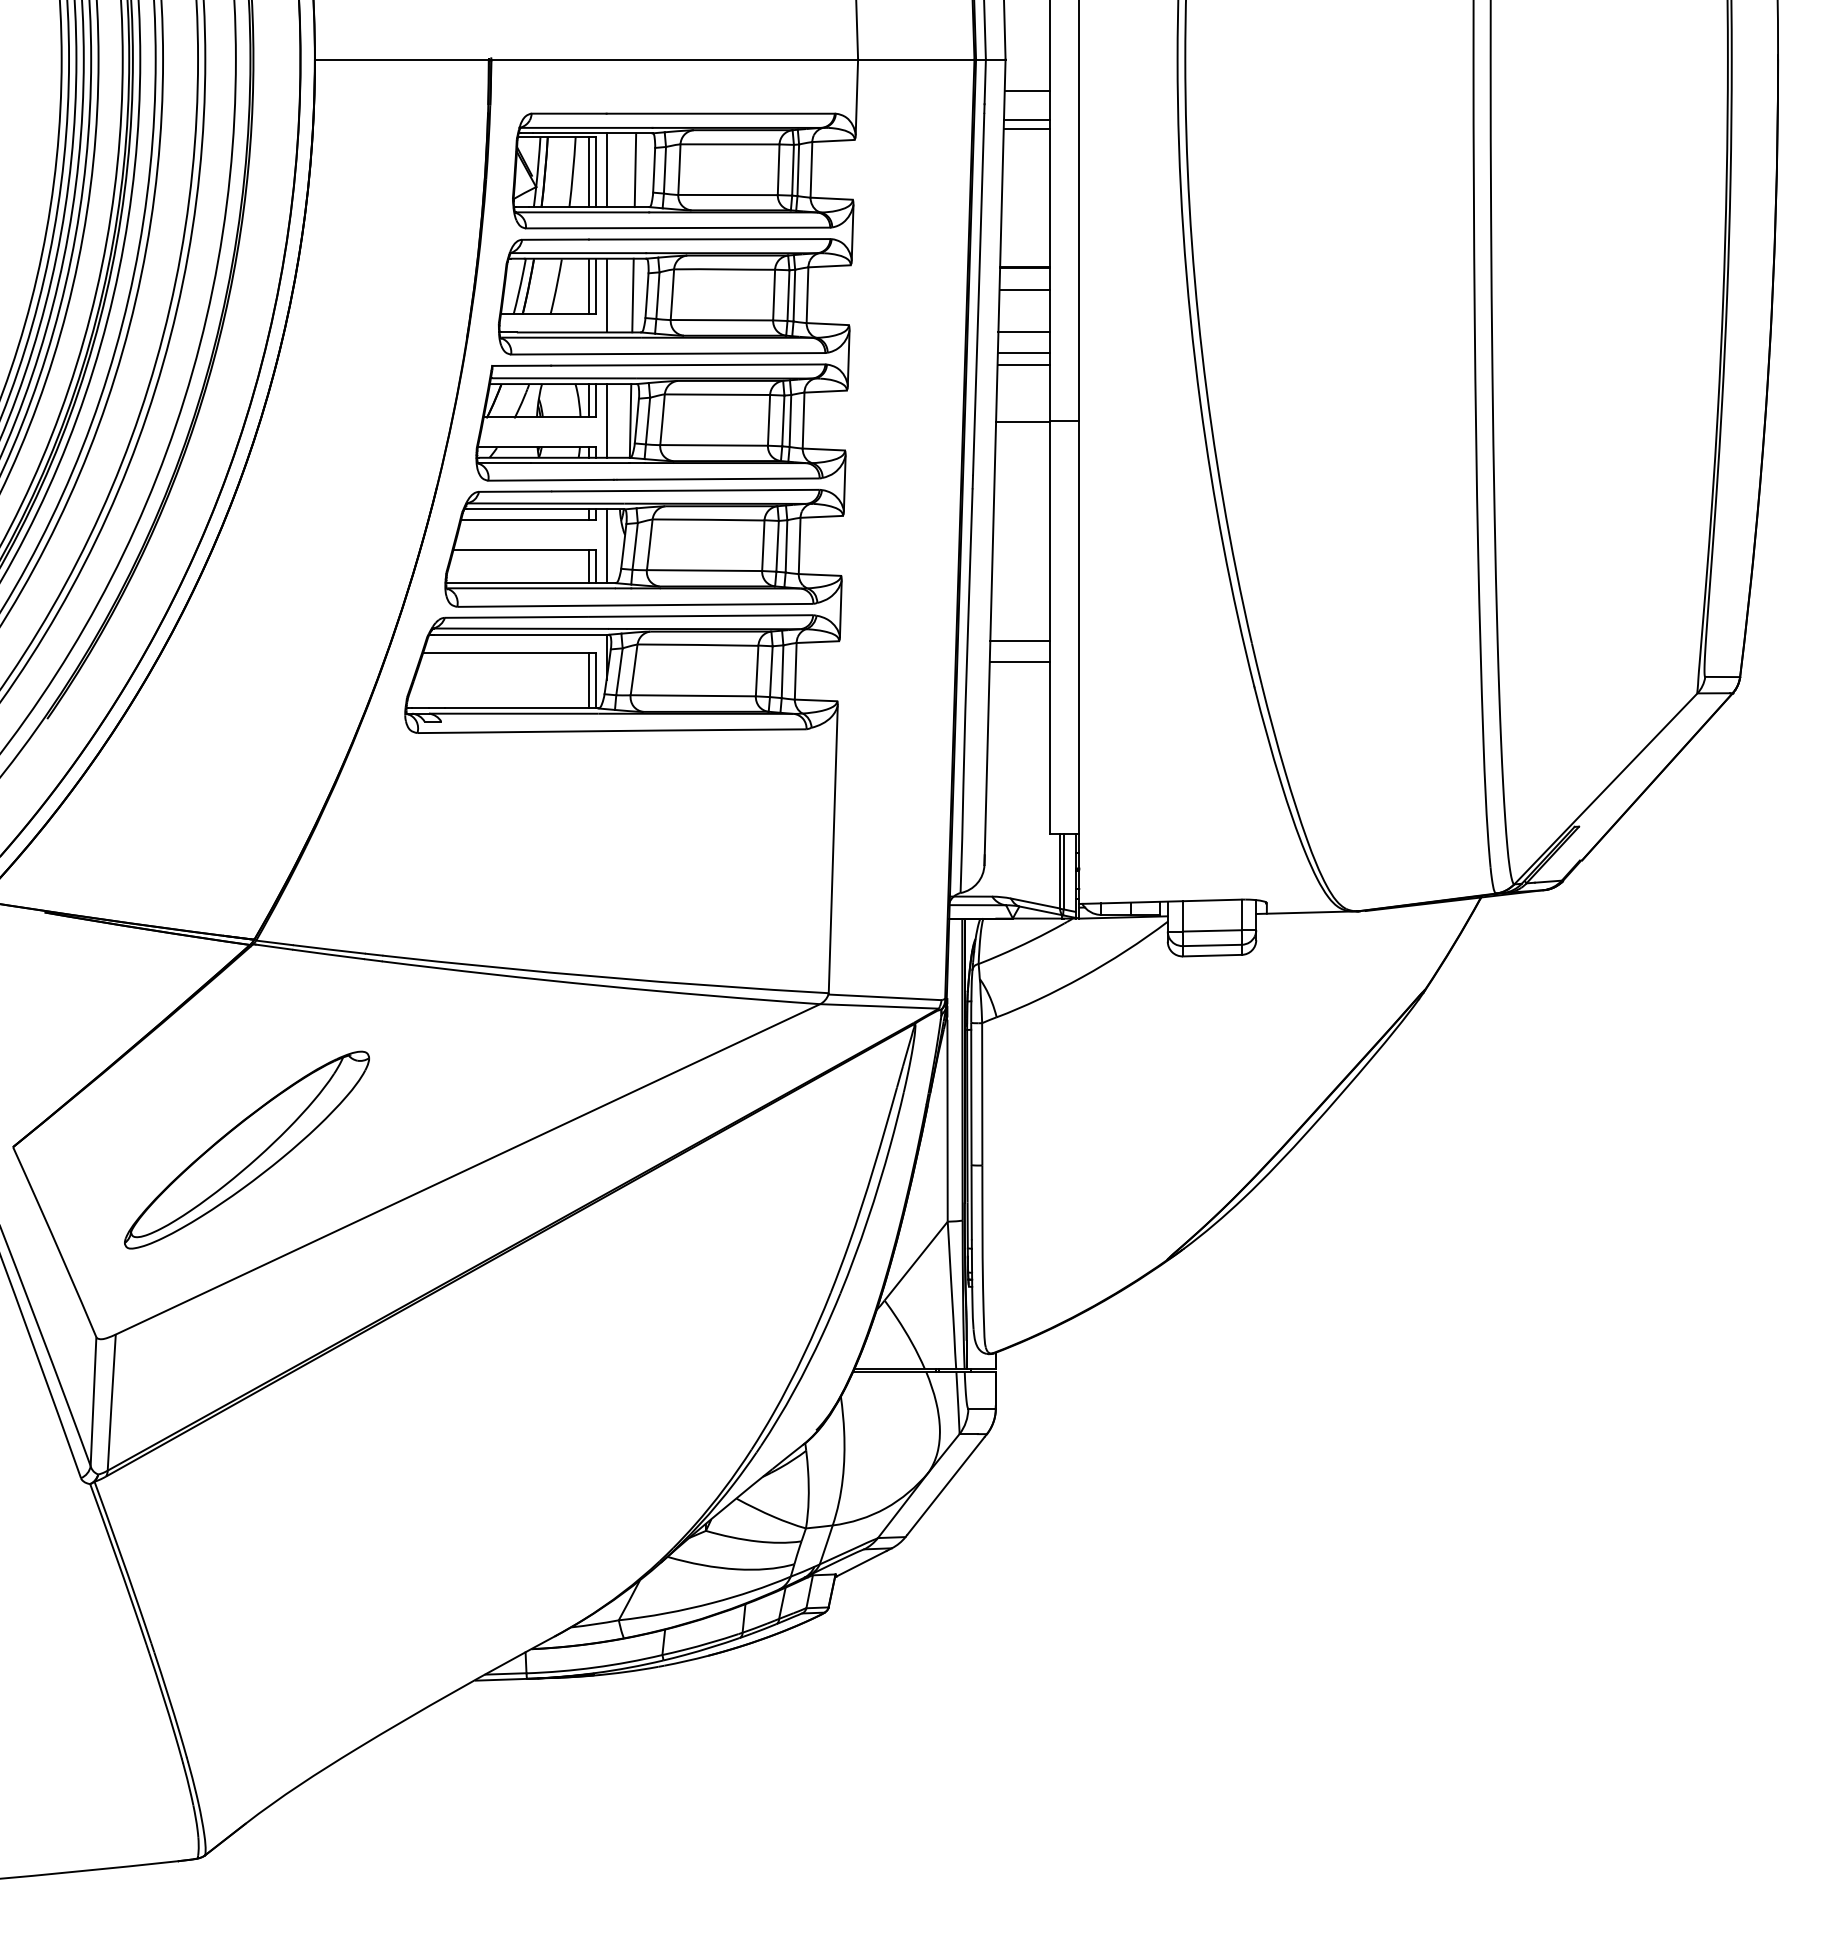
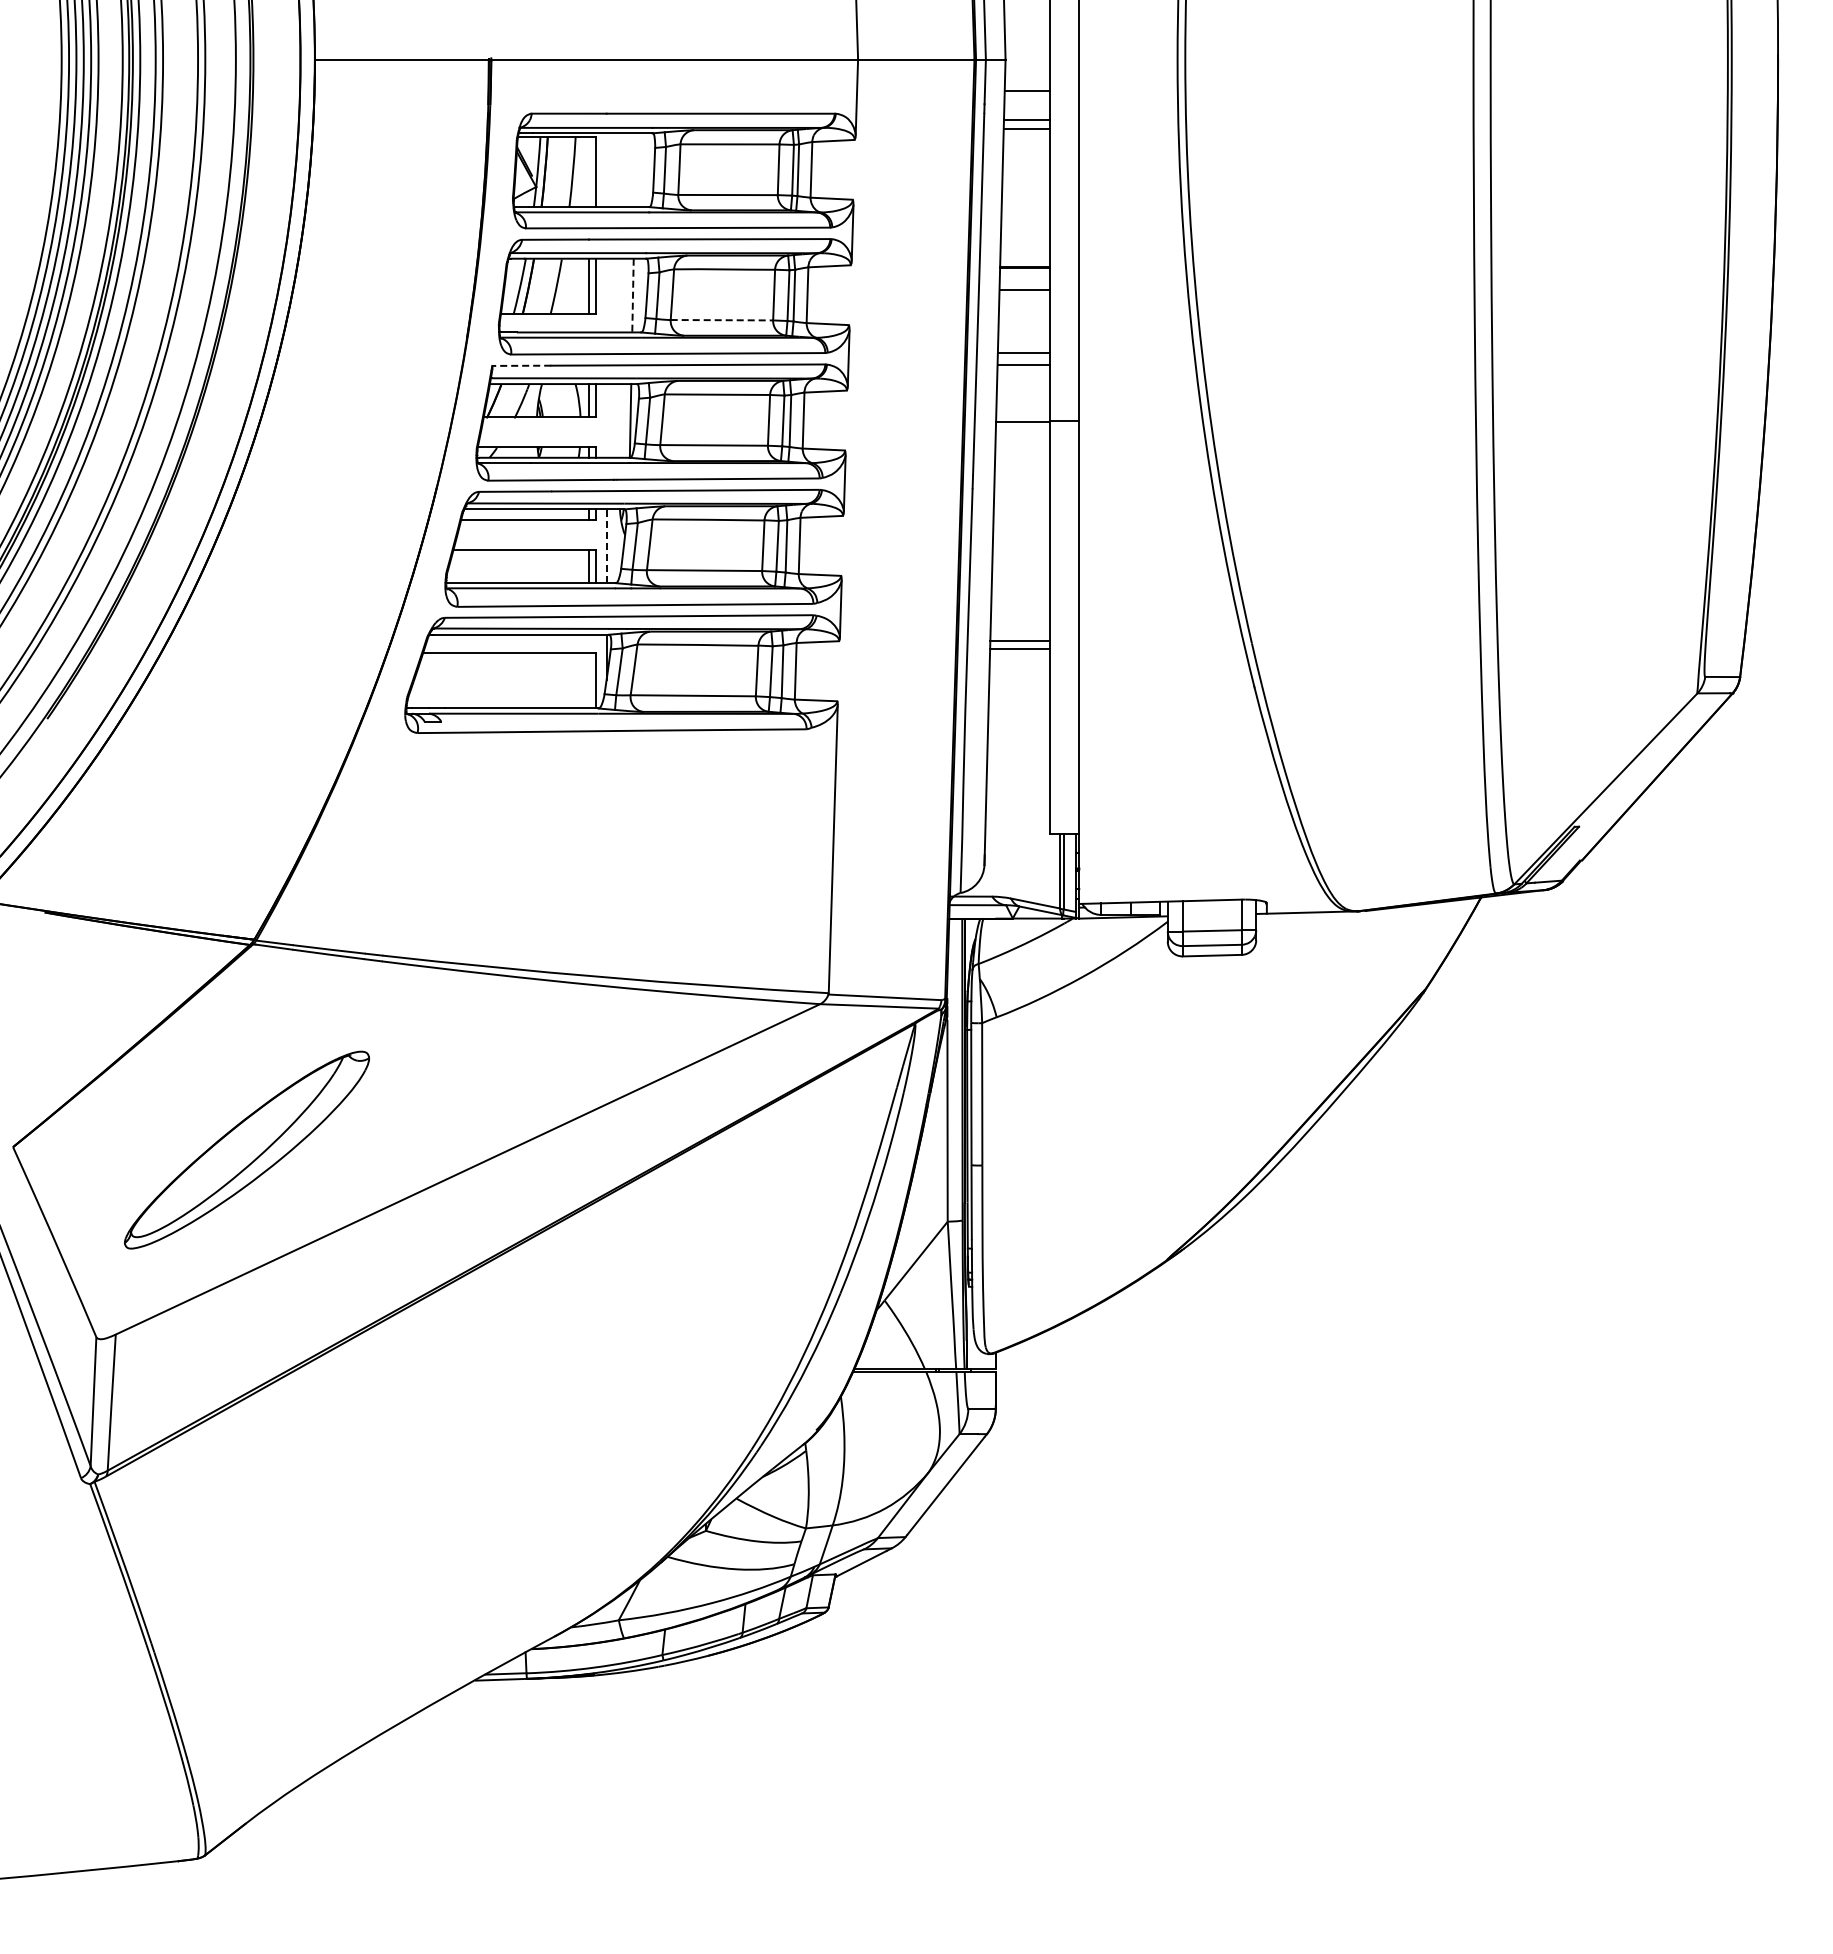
line at (606, 170): present -> none
line at (635, 170): present -> none
line at (588, 172): present -> none
line at (606, 295): present -> none
line at (633, 295): solid -> dashed
line at (722, 320): solid -> dashed
line at (1023, 331): present -> none
line at (521, 365): solid -> dashed
line at (606, 420): present -> none
line at (606, 546): solid -> dashed
line at (1019, 661) position: (1019, 661) -> (1019, 648)
line at (588, 680): present -> none
